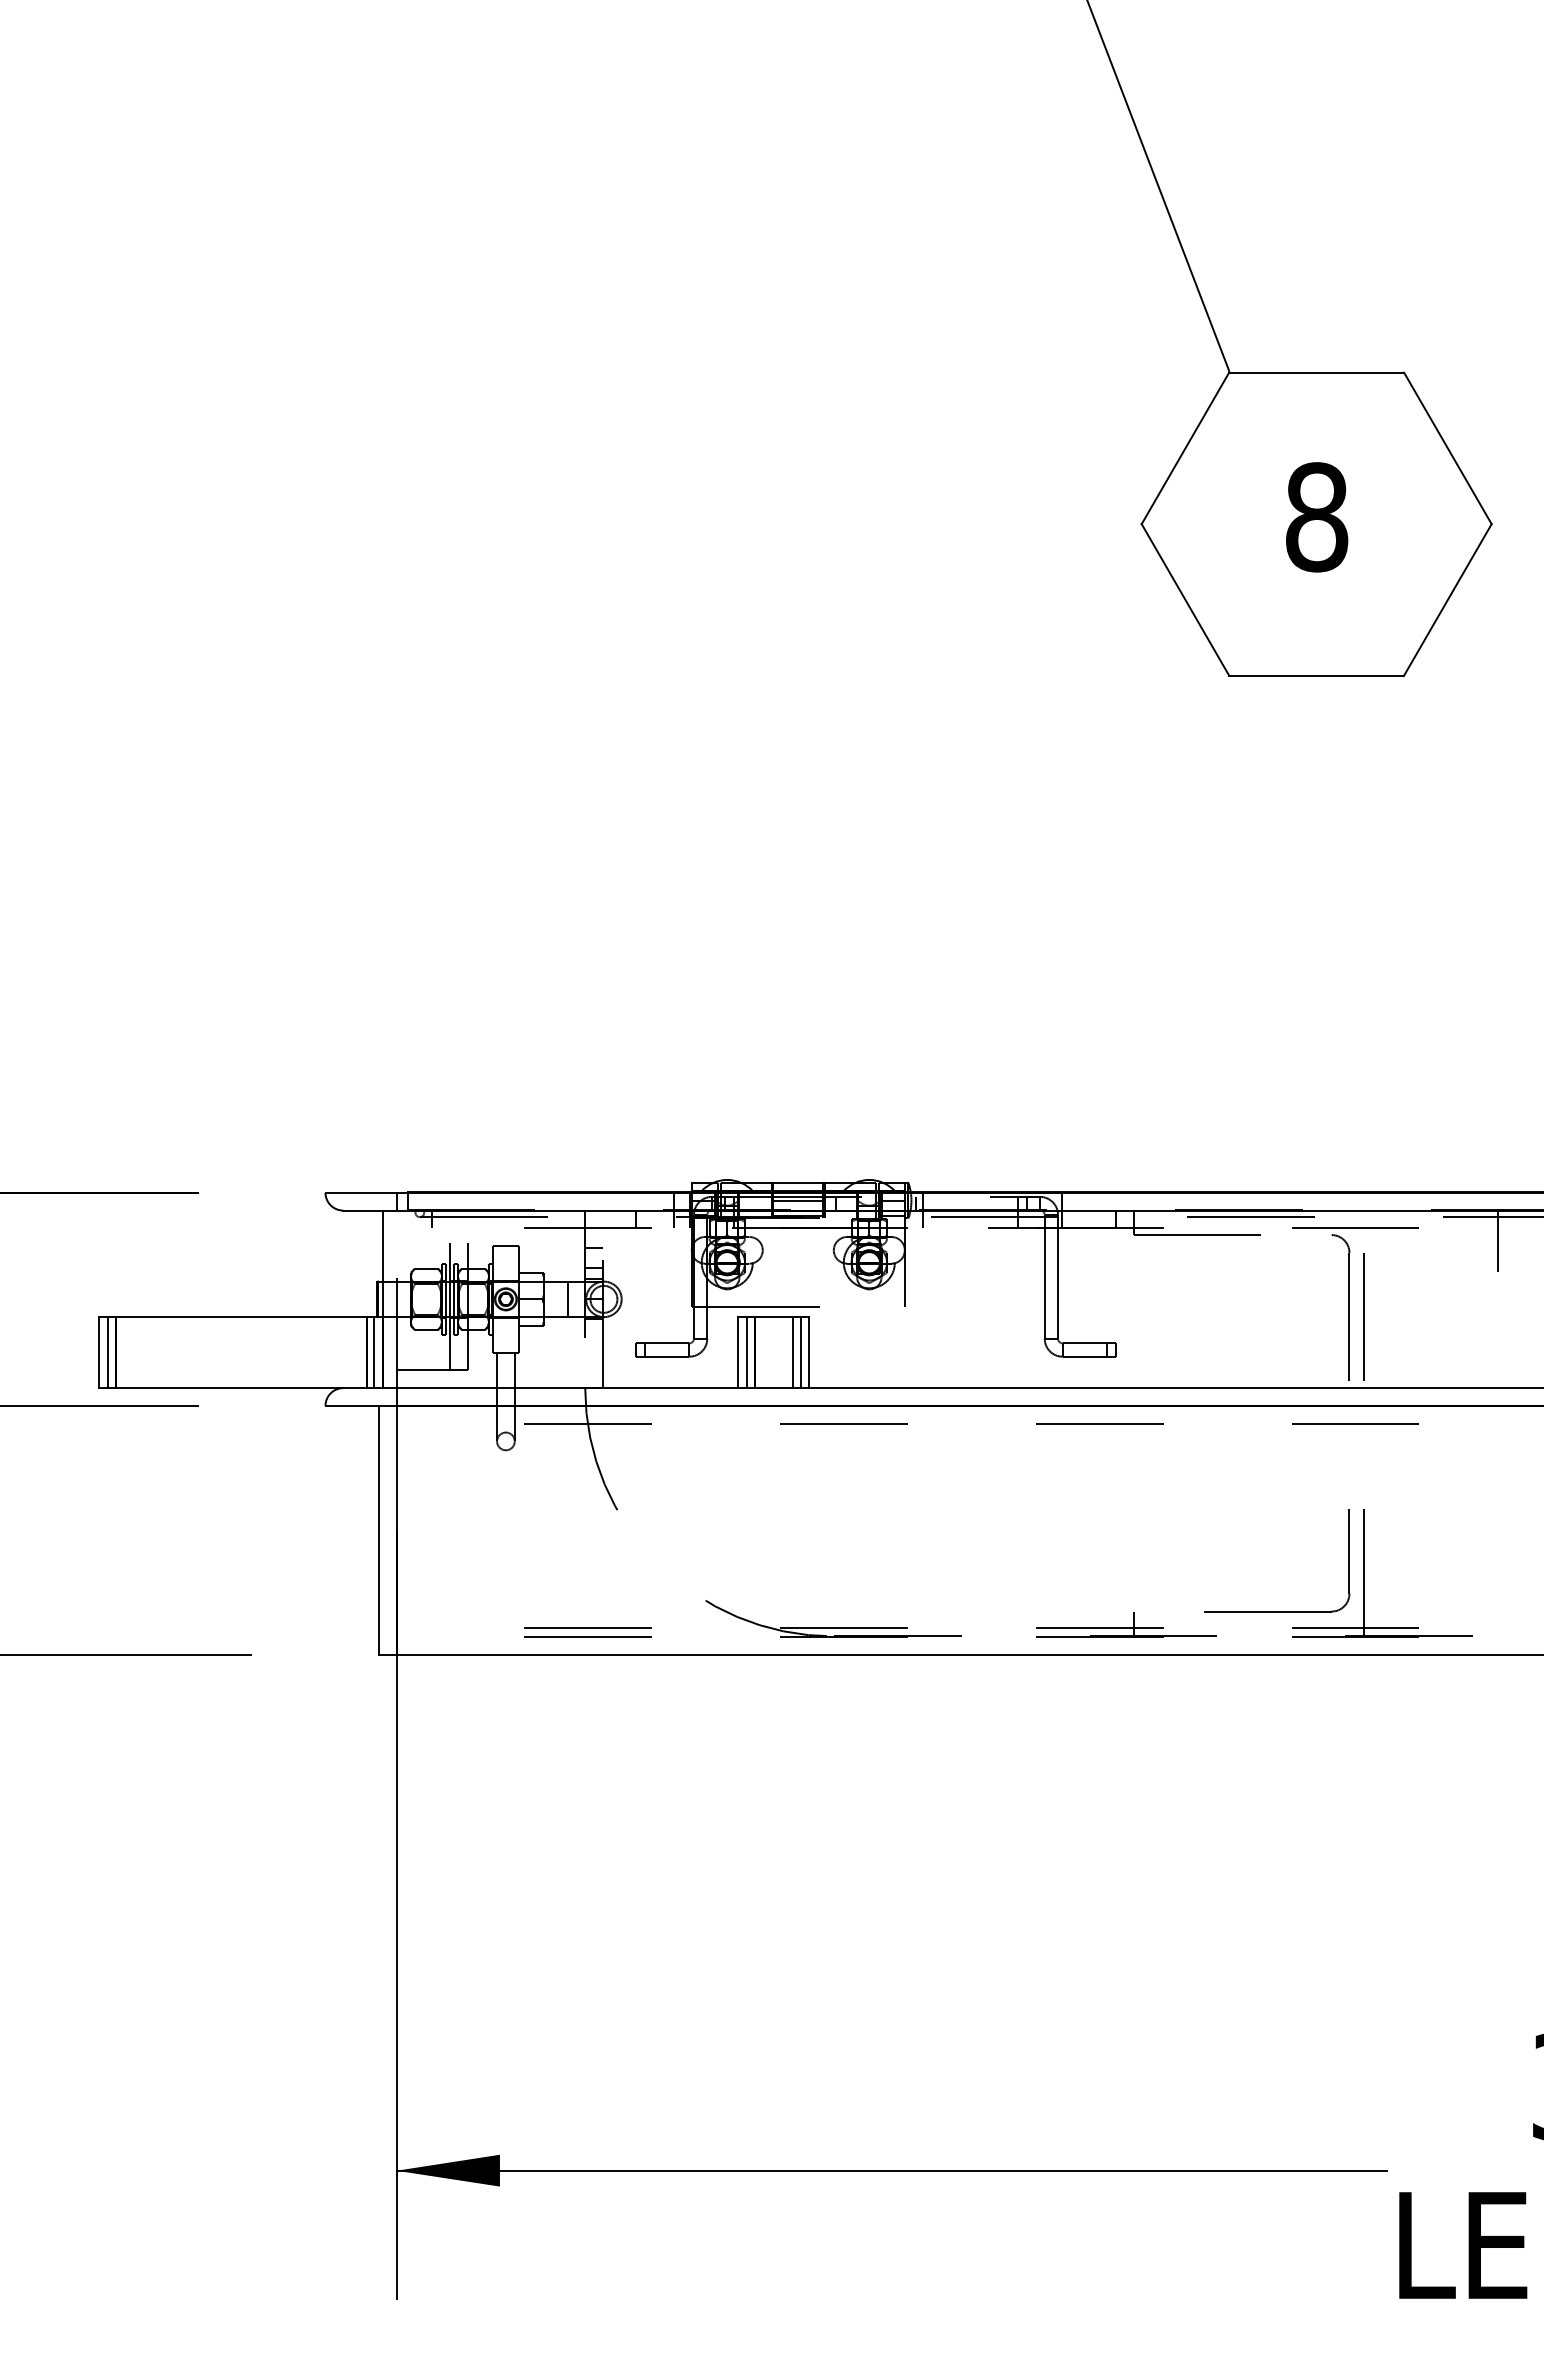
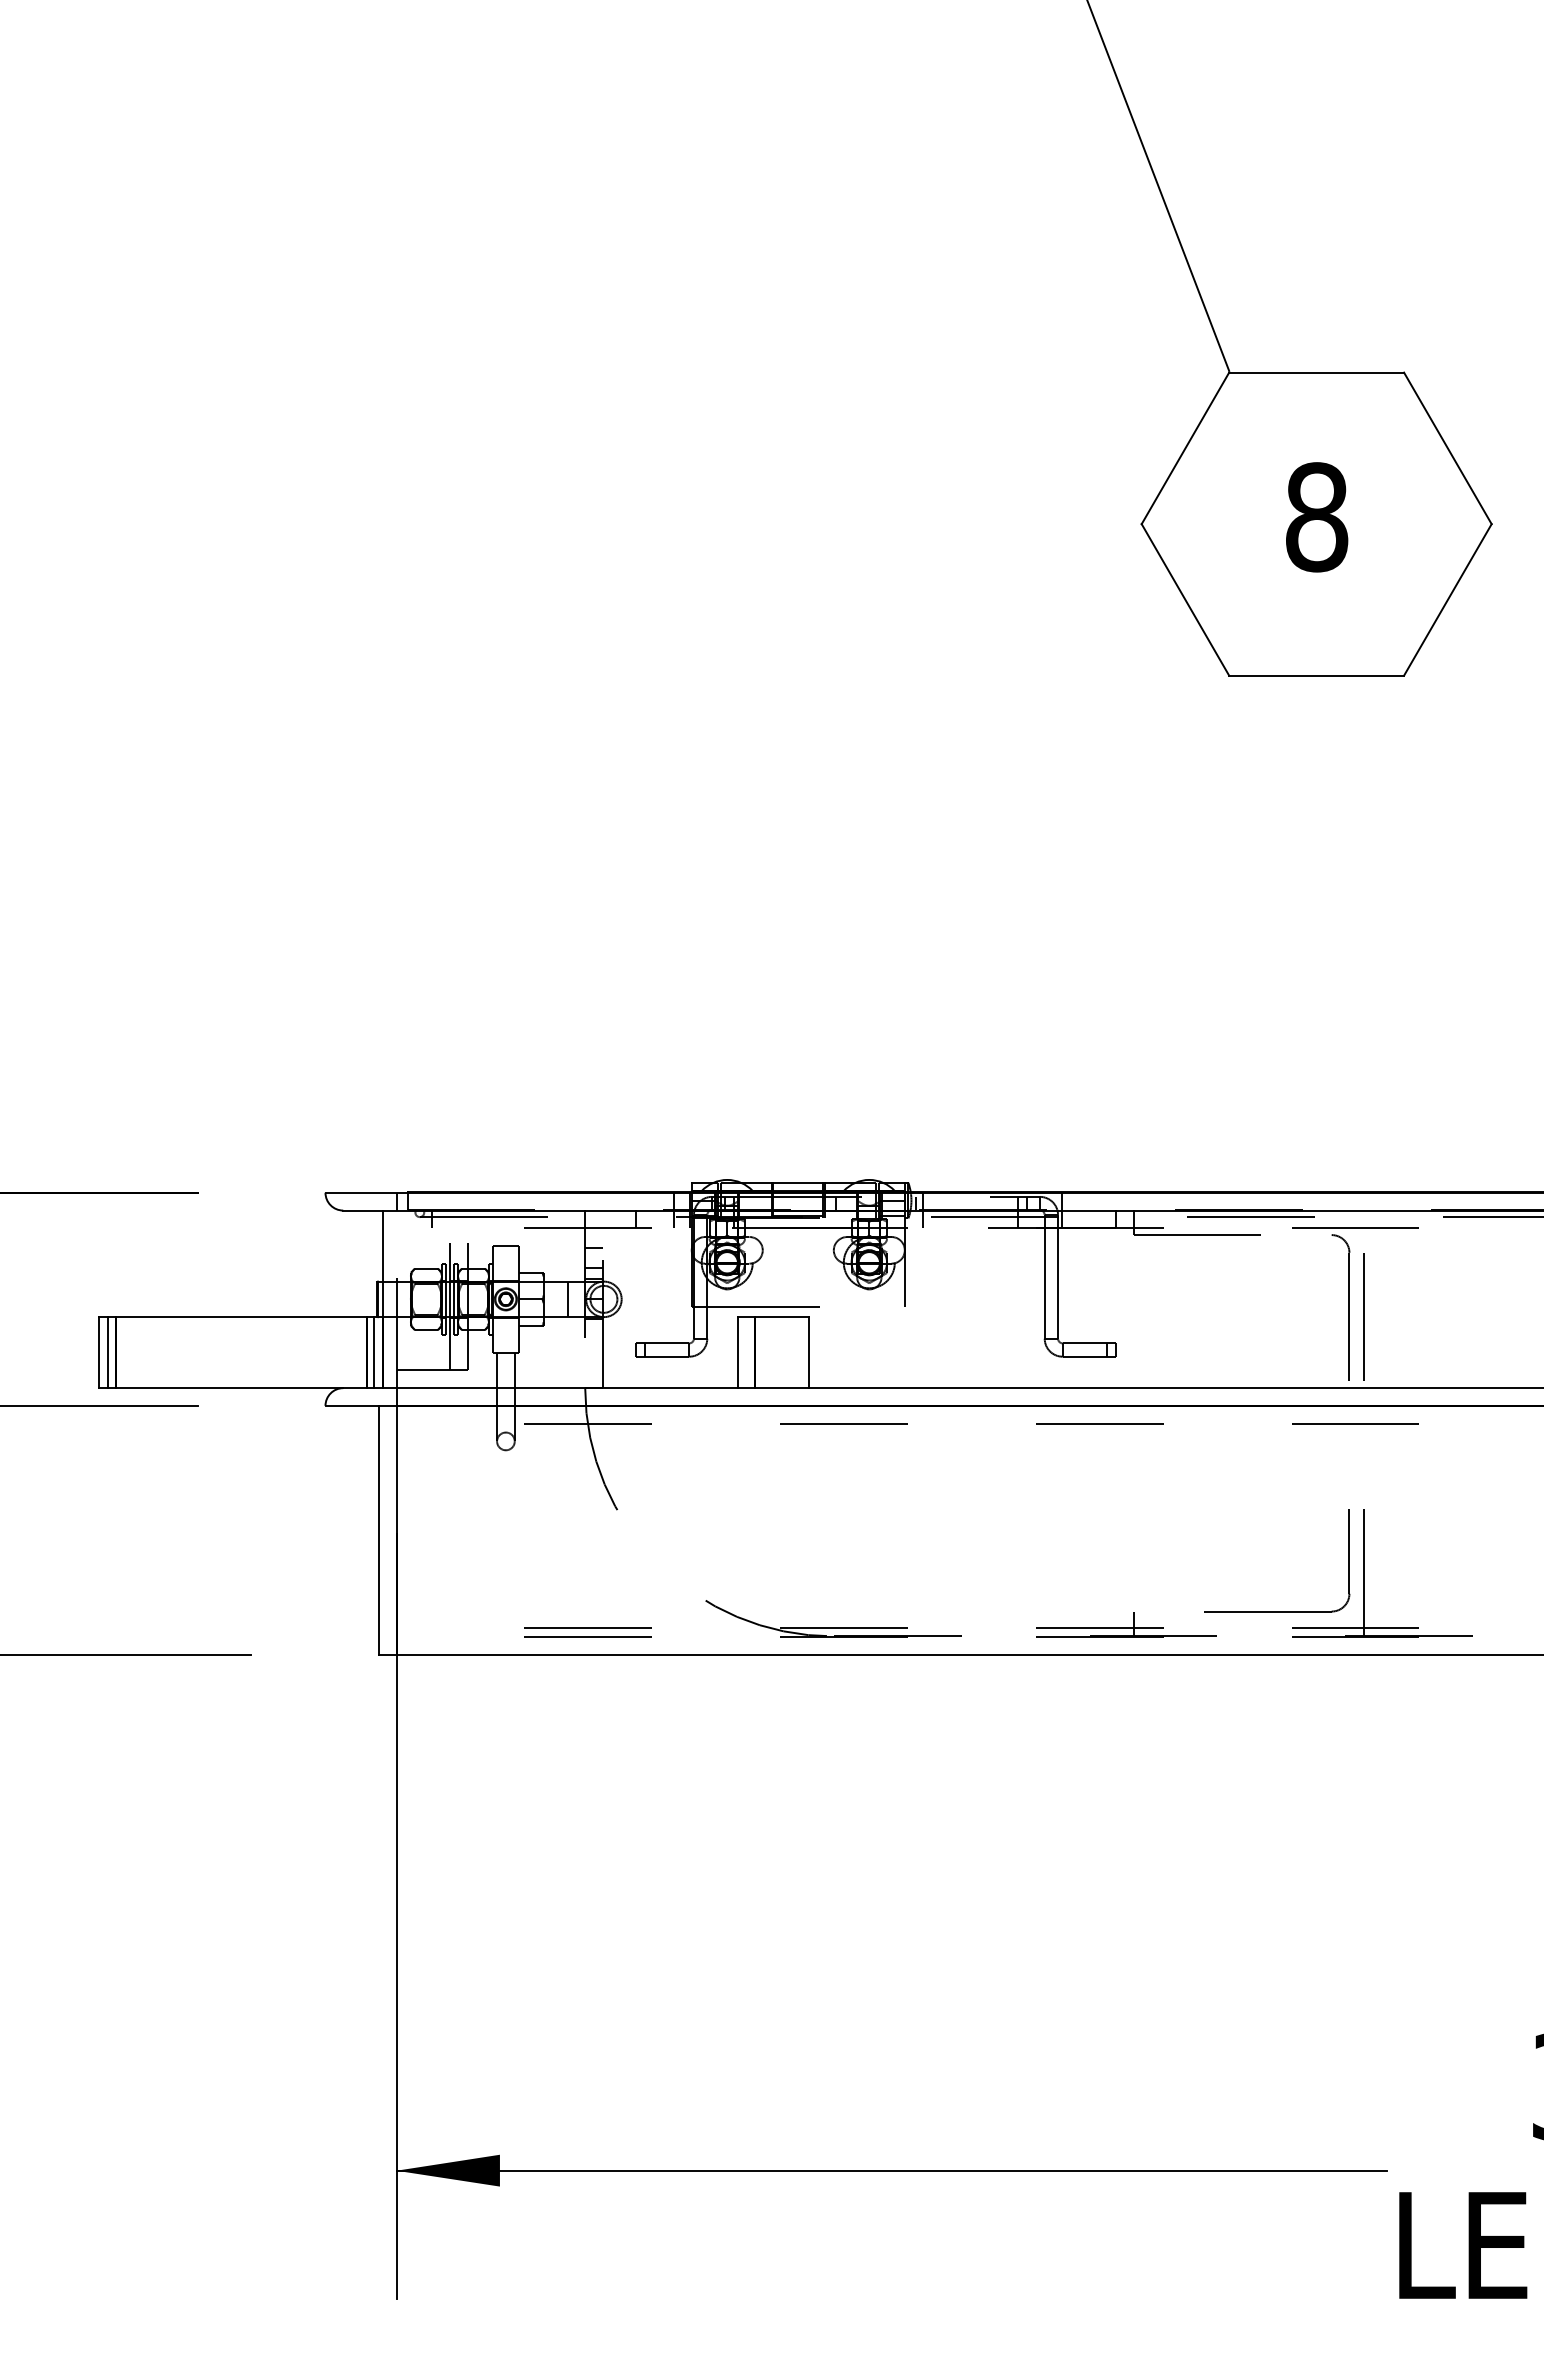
line at (798, 1200): present -> none
line at (1497, 1241): present -> none
line at (747, 1352): present -> none
line at (792, 1352): present -> none
line at (800, 1352): present -> none
